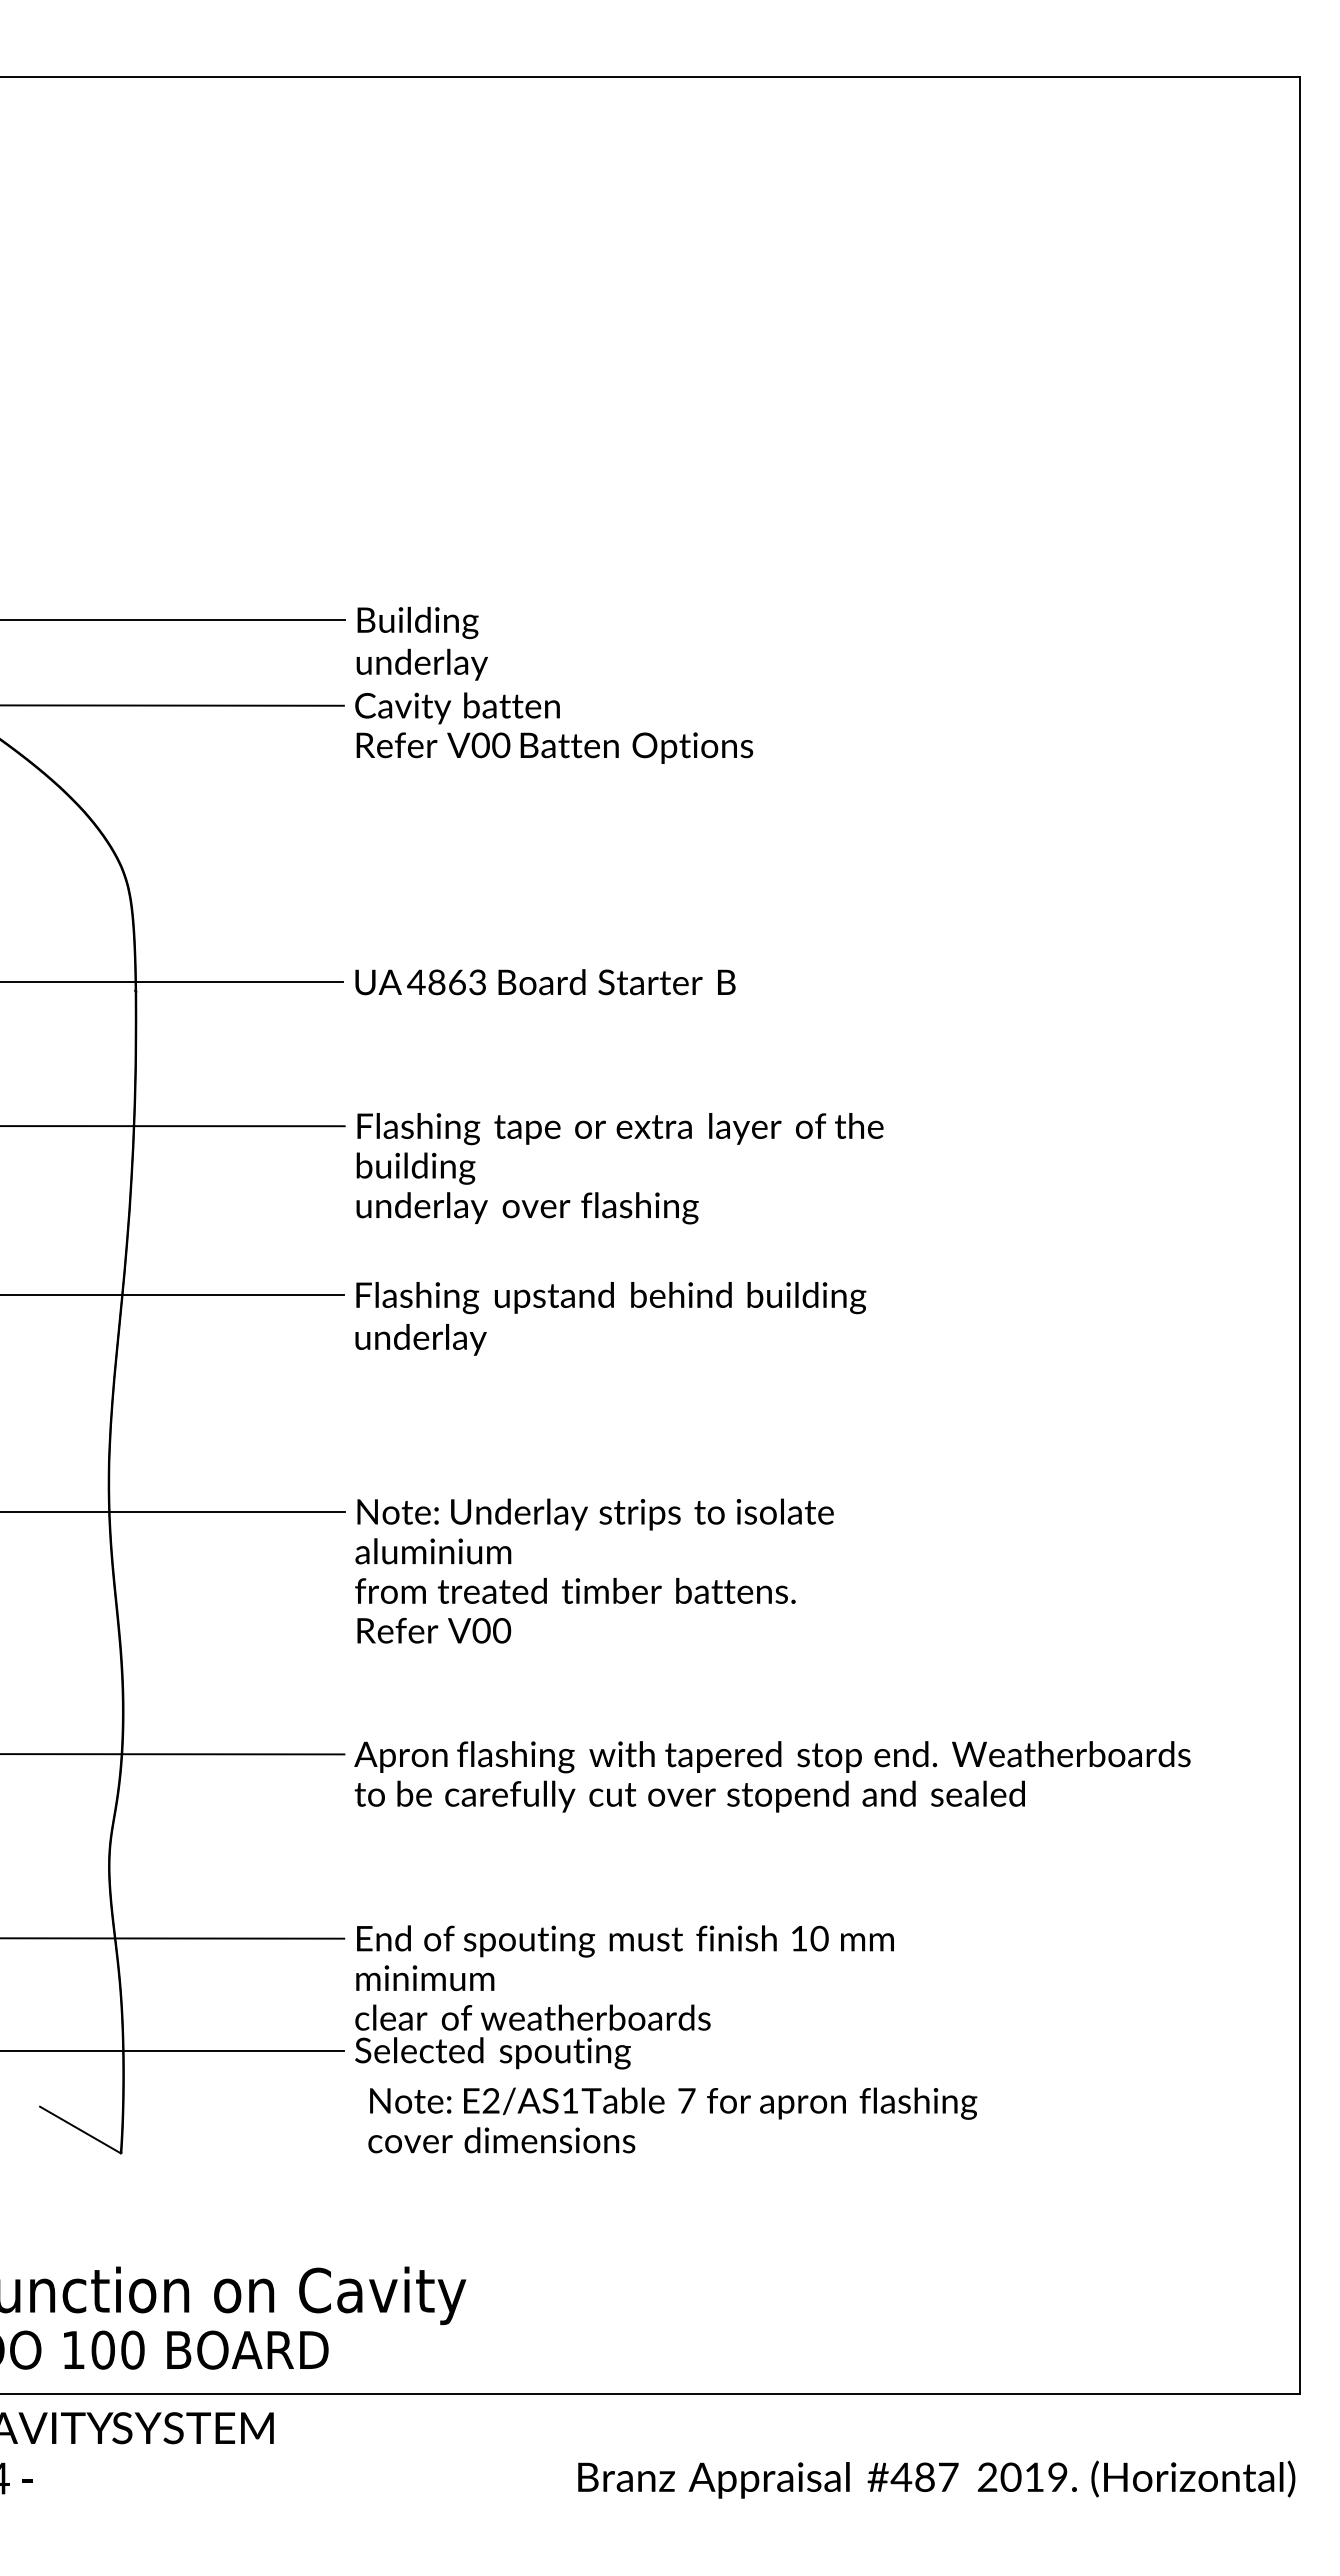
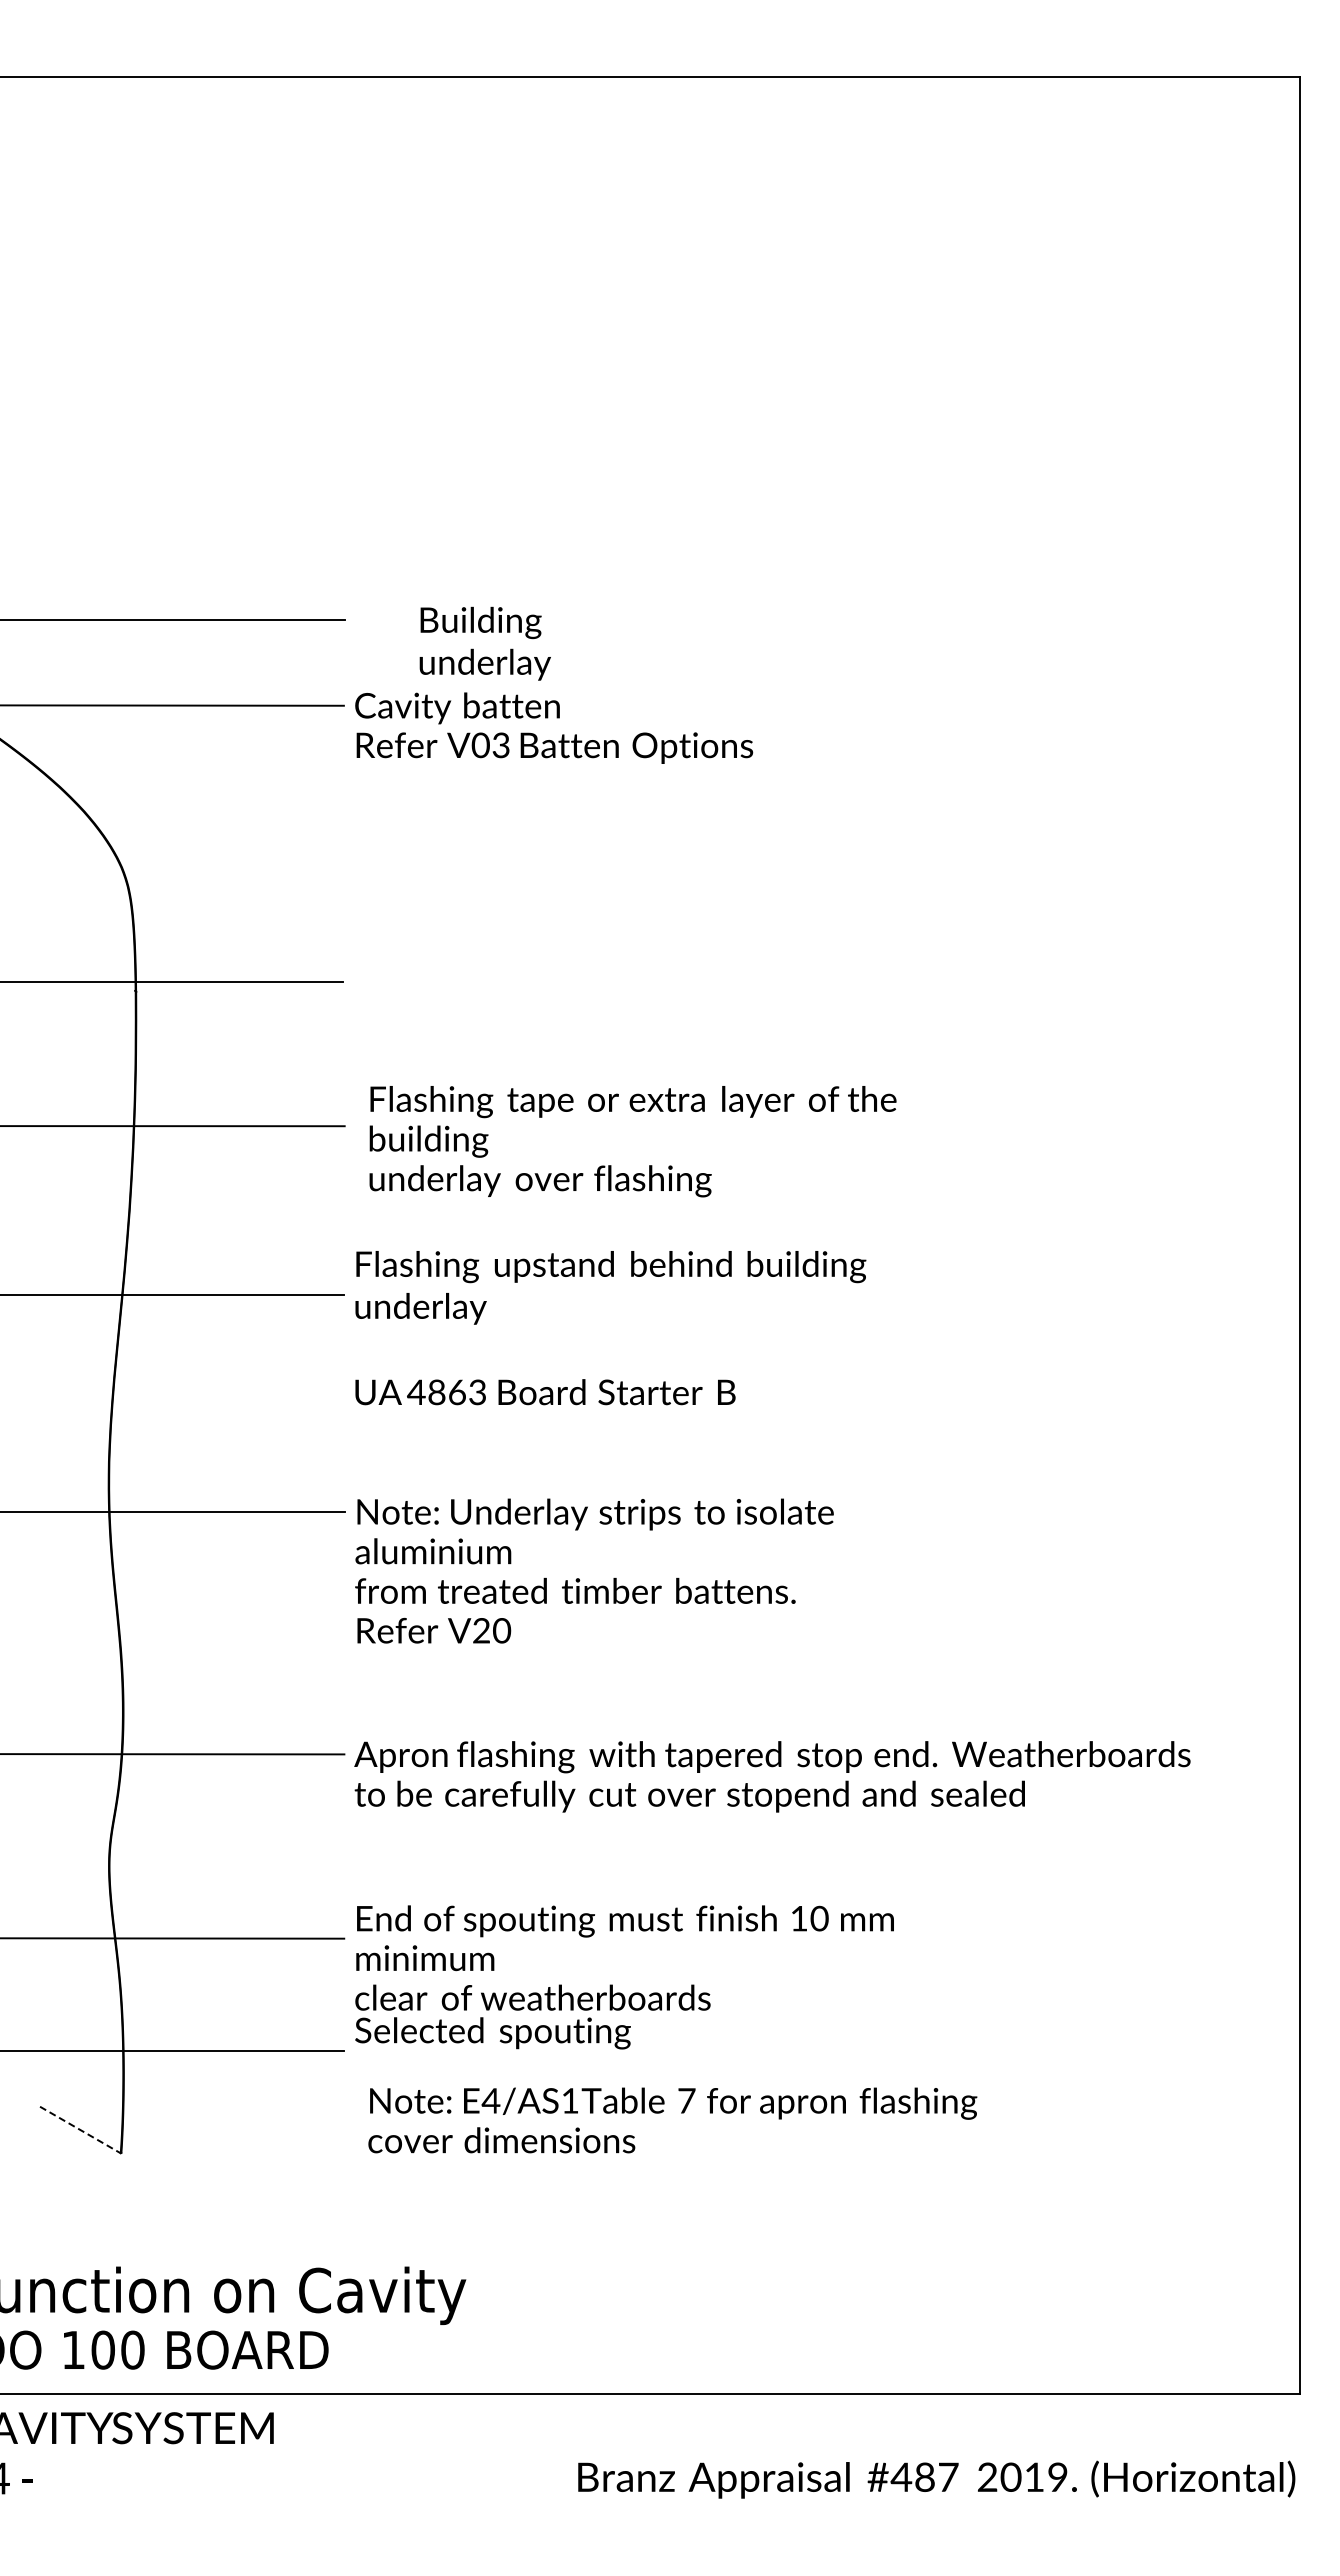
text at (421, 643) position: (421, 643) -> (484, 643)
text at (501, 744): V00 -> V03
text at (545, 982) position: (545, 982) -> (545, 1392)
text at (619, 1168) position: (619, 1168) -> (632, 1141)
text at (610, 1318) position: (610, 1318) -> (610, 1287)
text at (481, 1630): V00 -> V20
text at (624, 1997) position: (624, 1997) -> (624, 1977)
text at (490, 2100): E2/AS1 -> E4/AS1
line at (80, 2130): solid -> dashed
